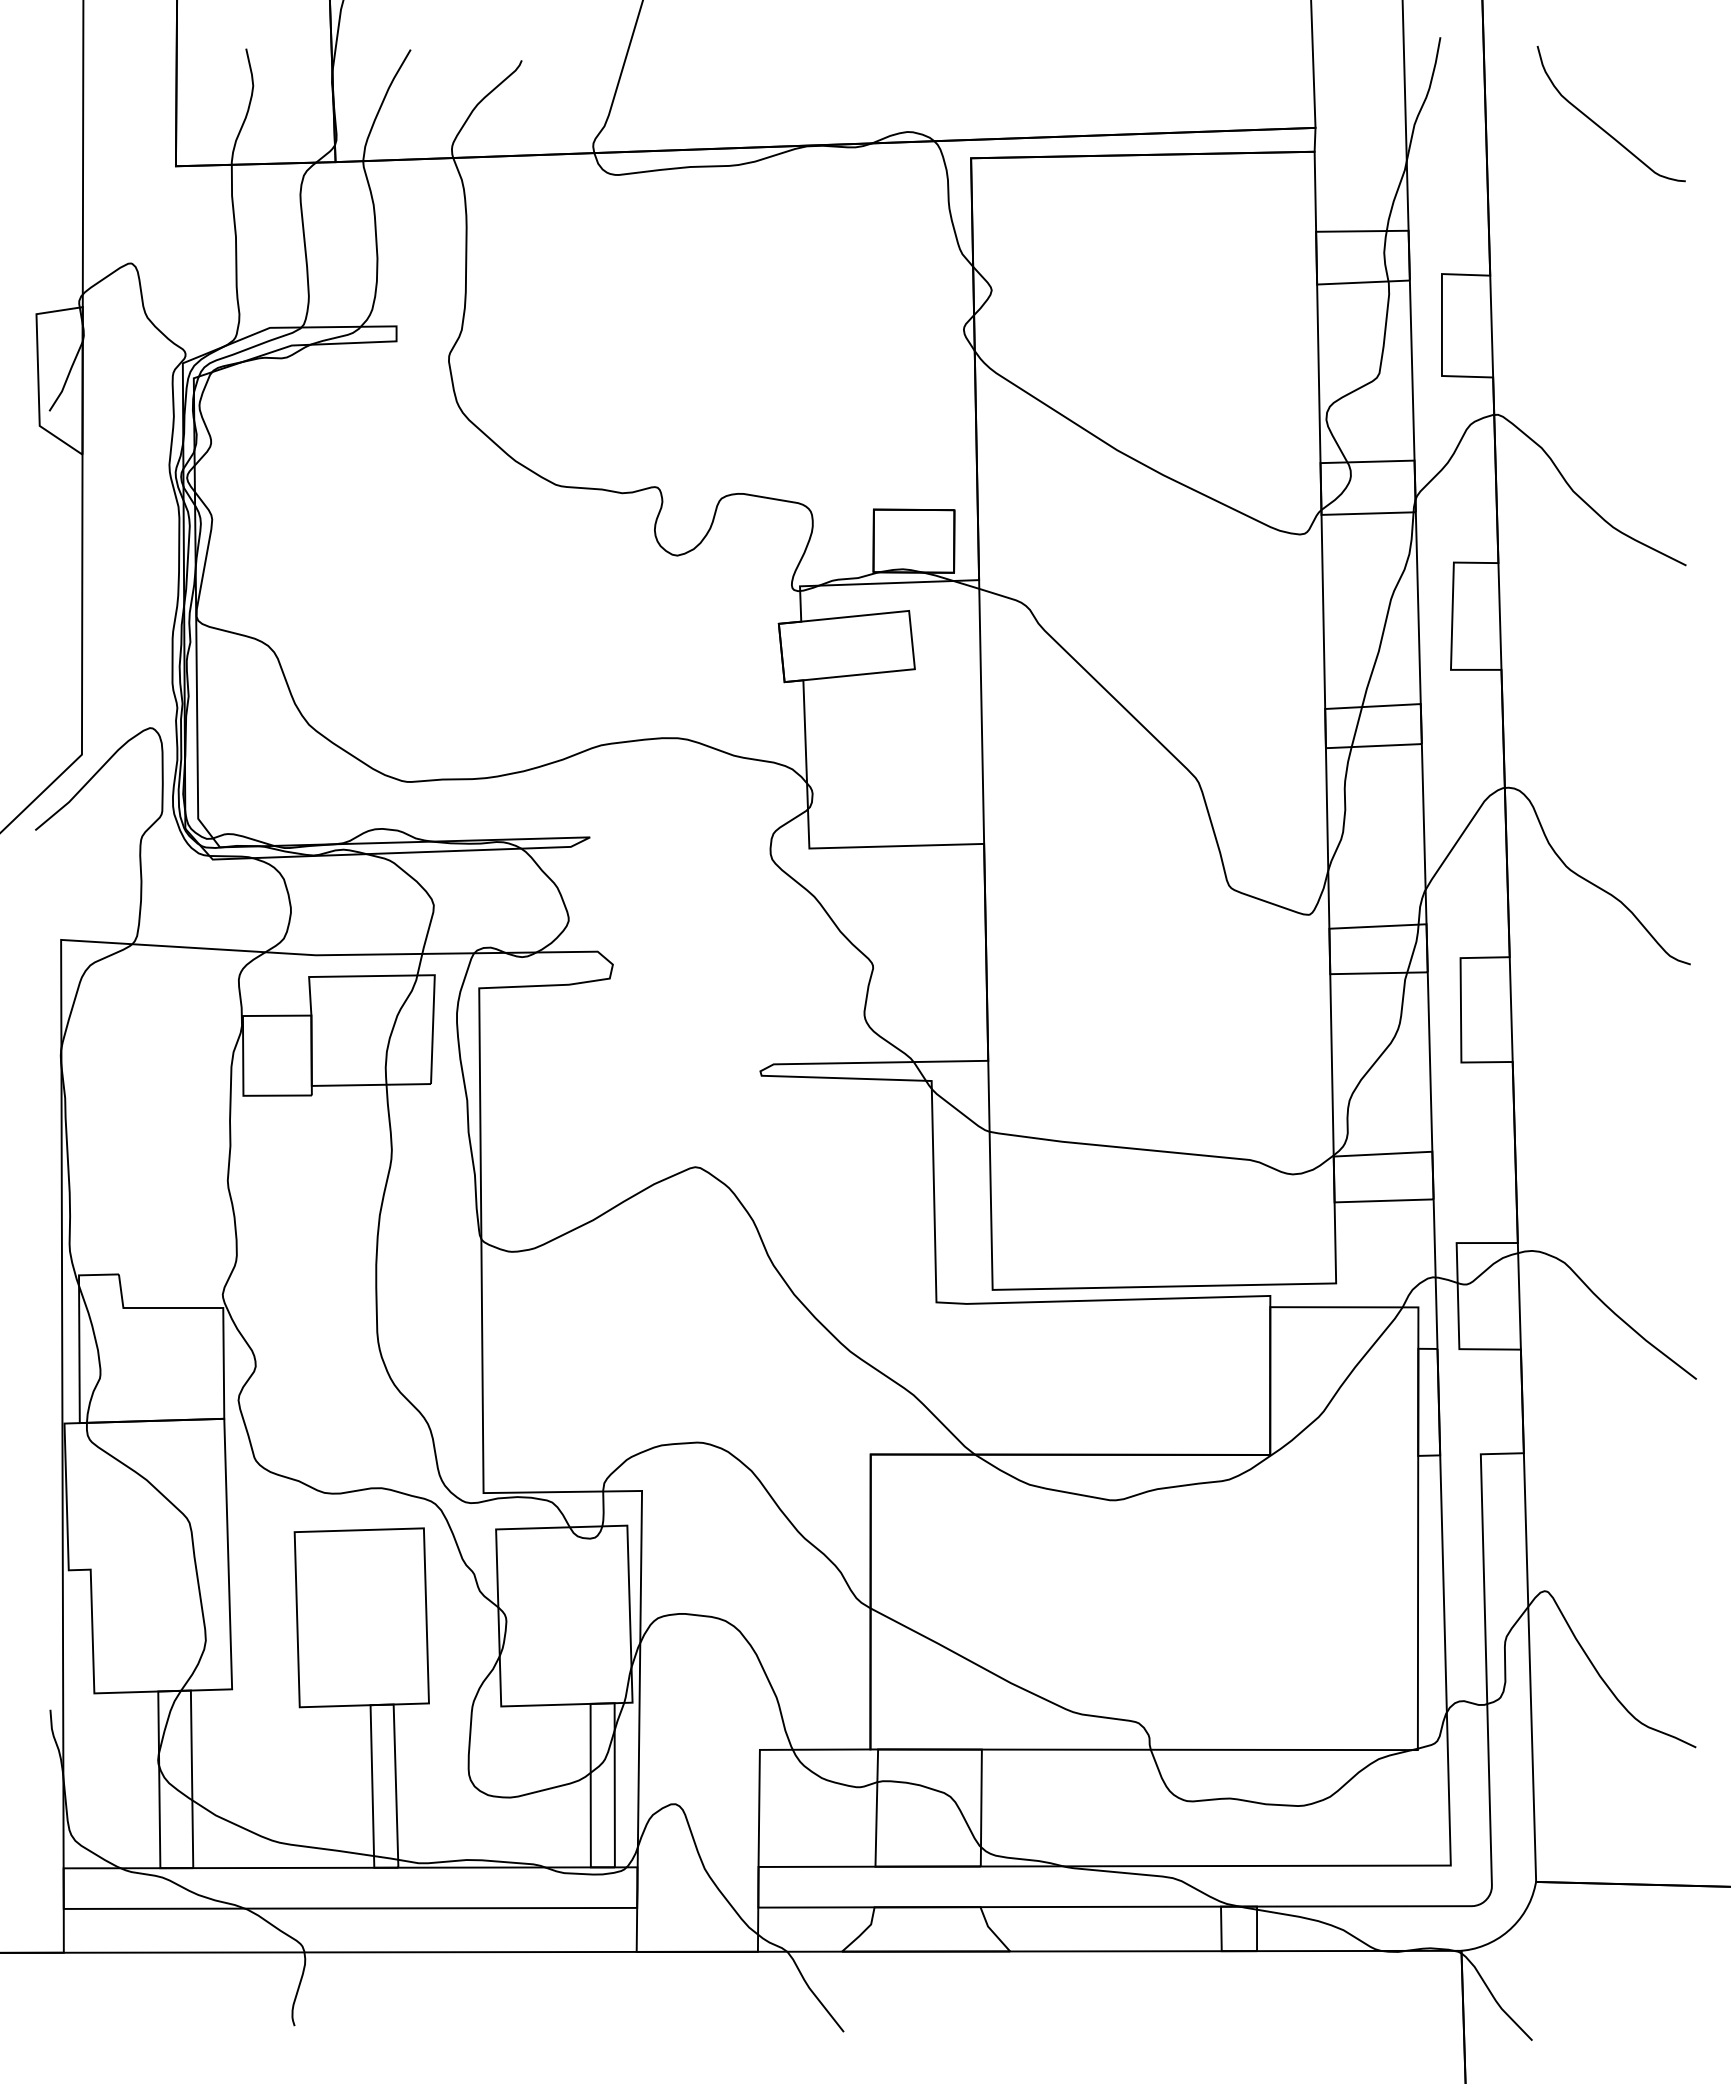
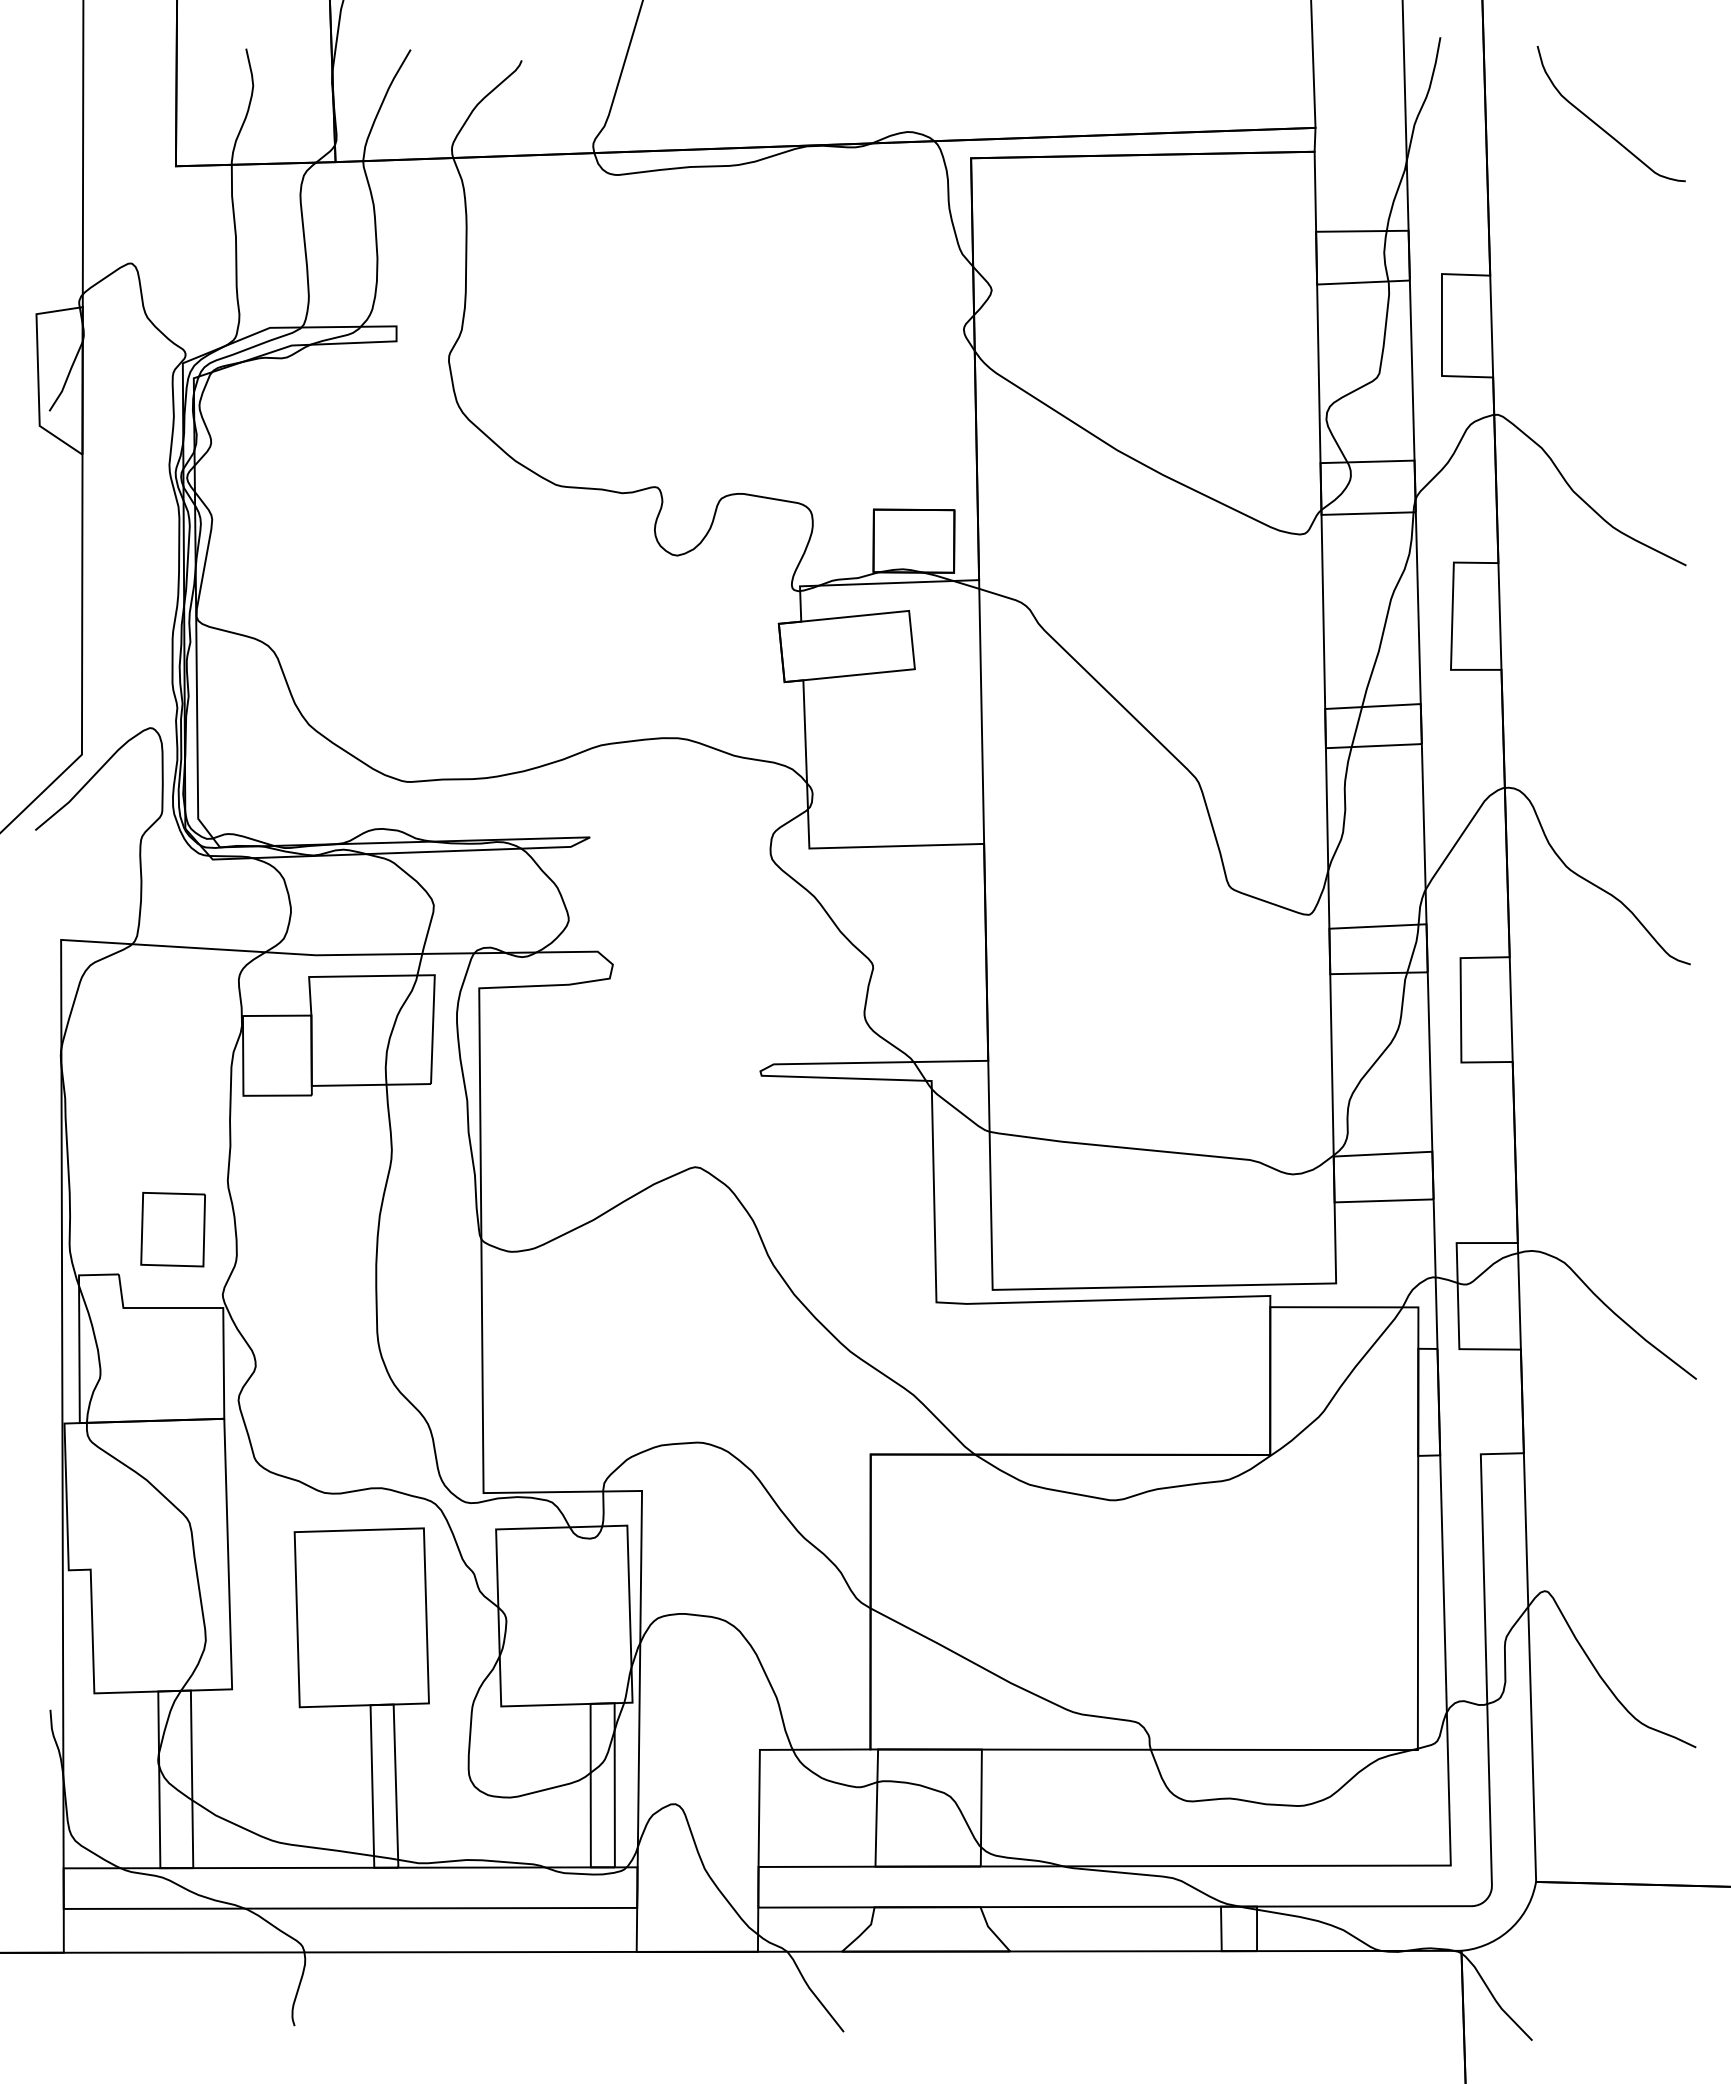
part at (172, 1229): none -> present
